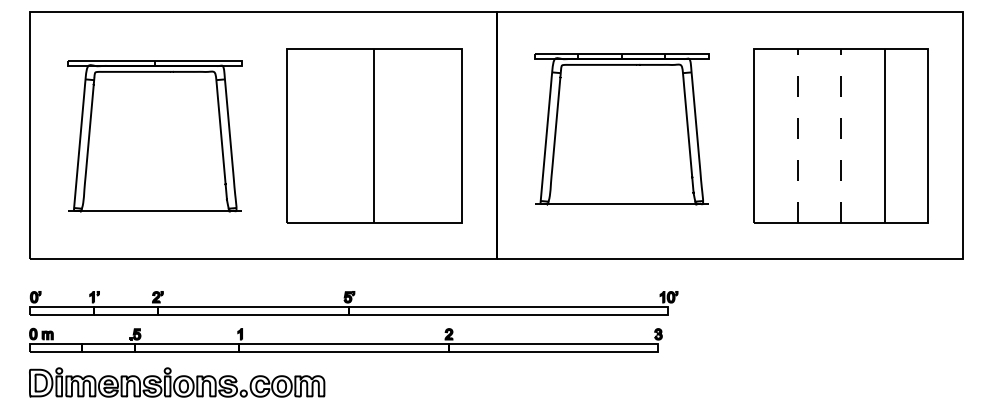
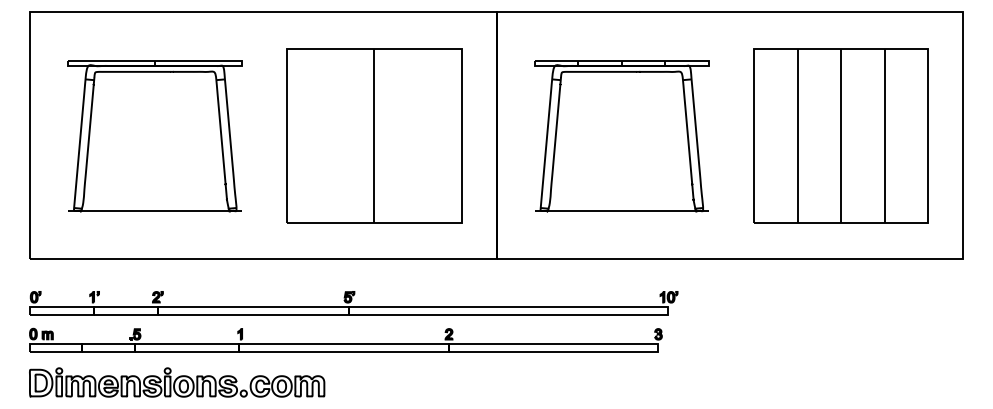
part at (621, 129) position: (621, 129) -> (621, 136)
line at (797, 135): dashed -> solid
line at (841, 135): dashed -> solid
